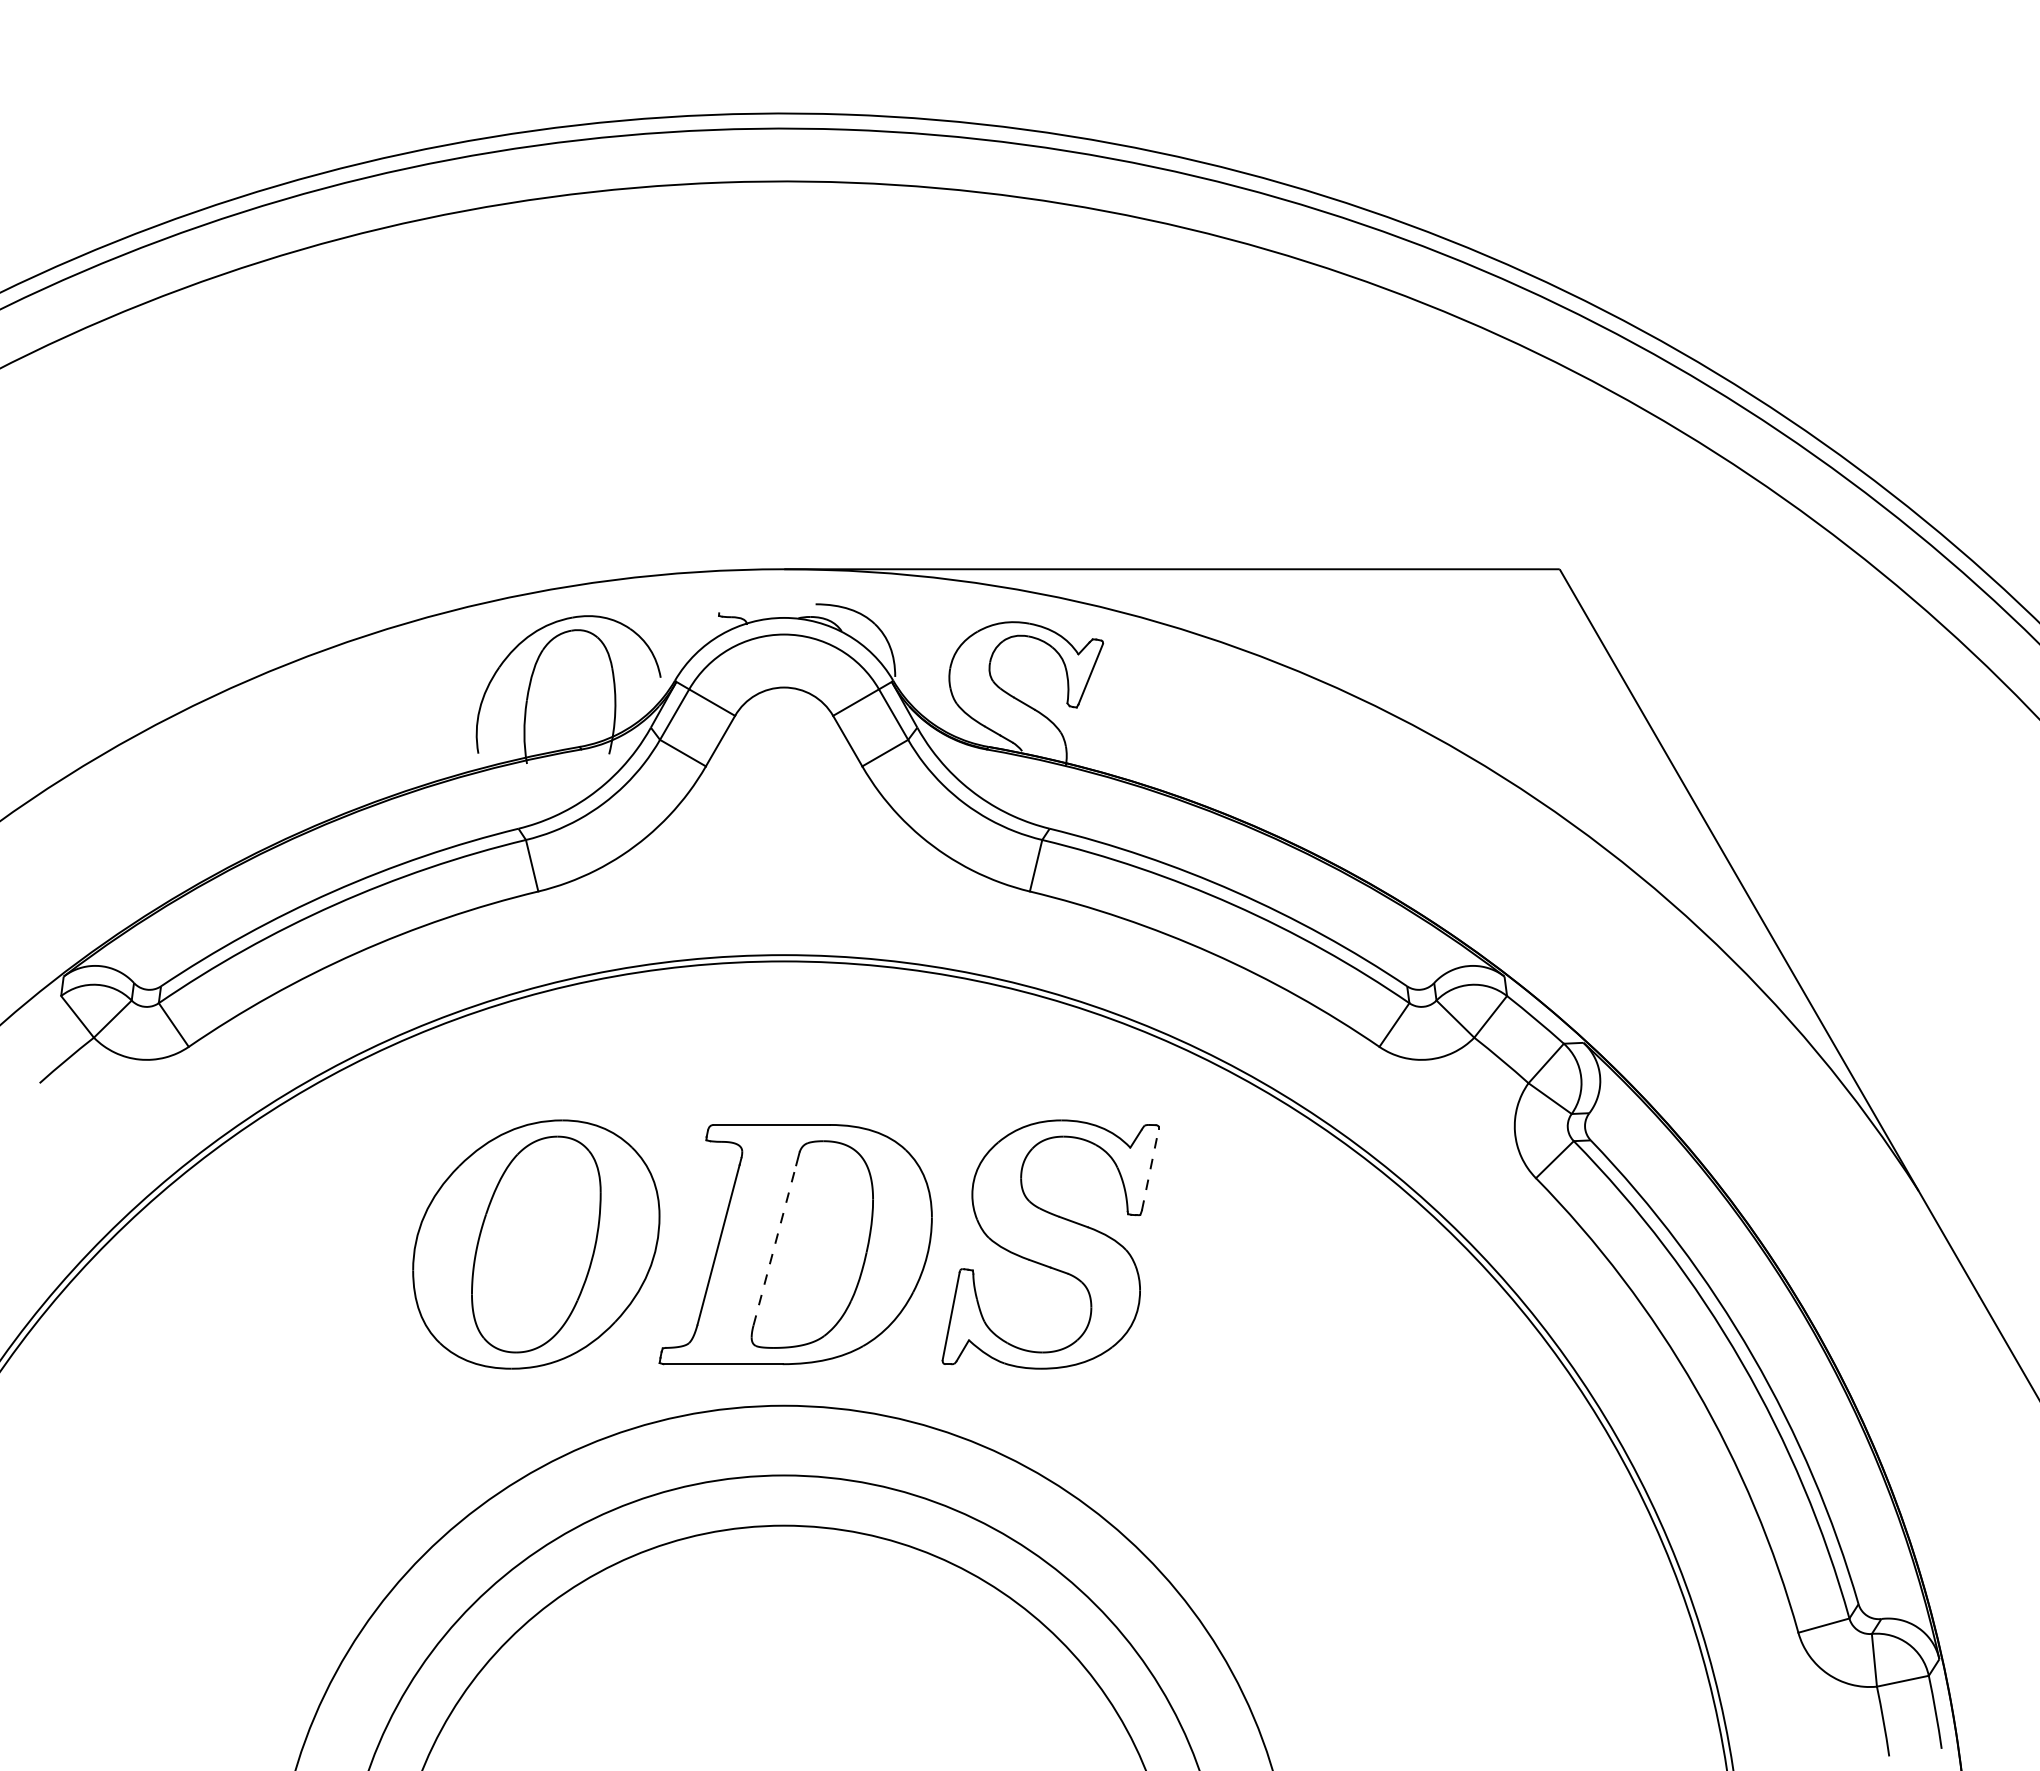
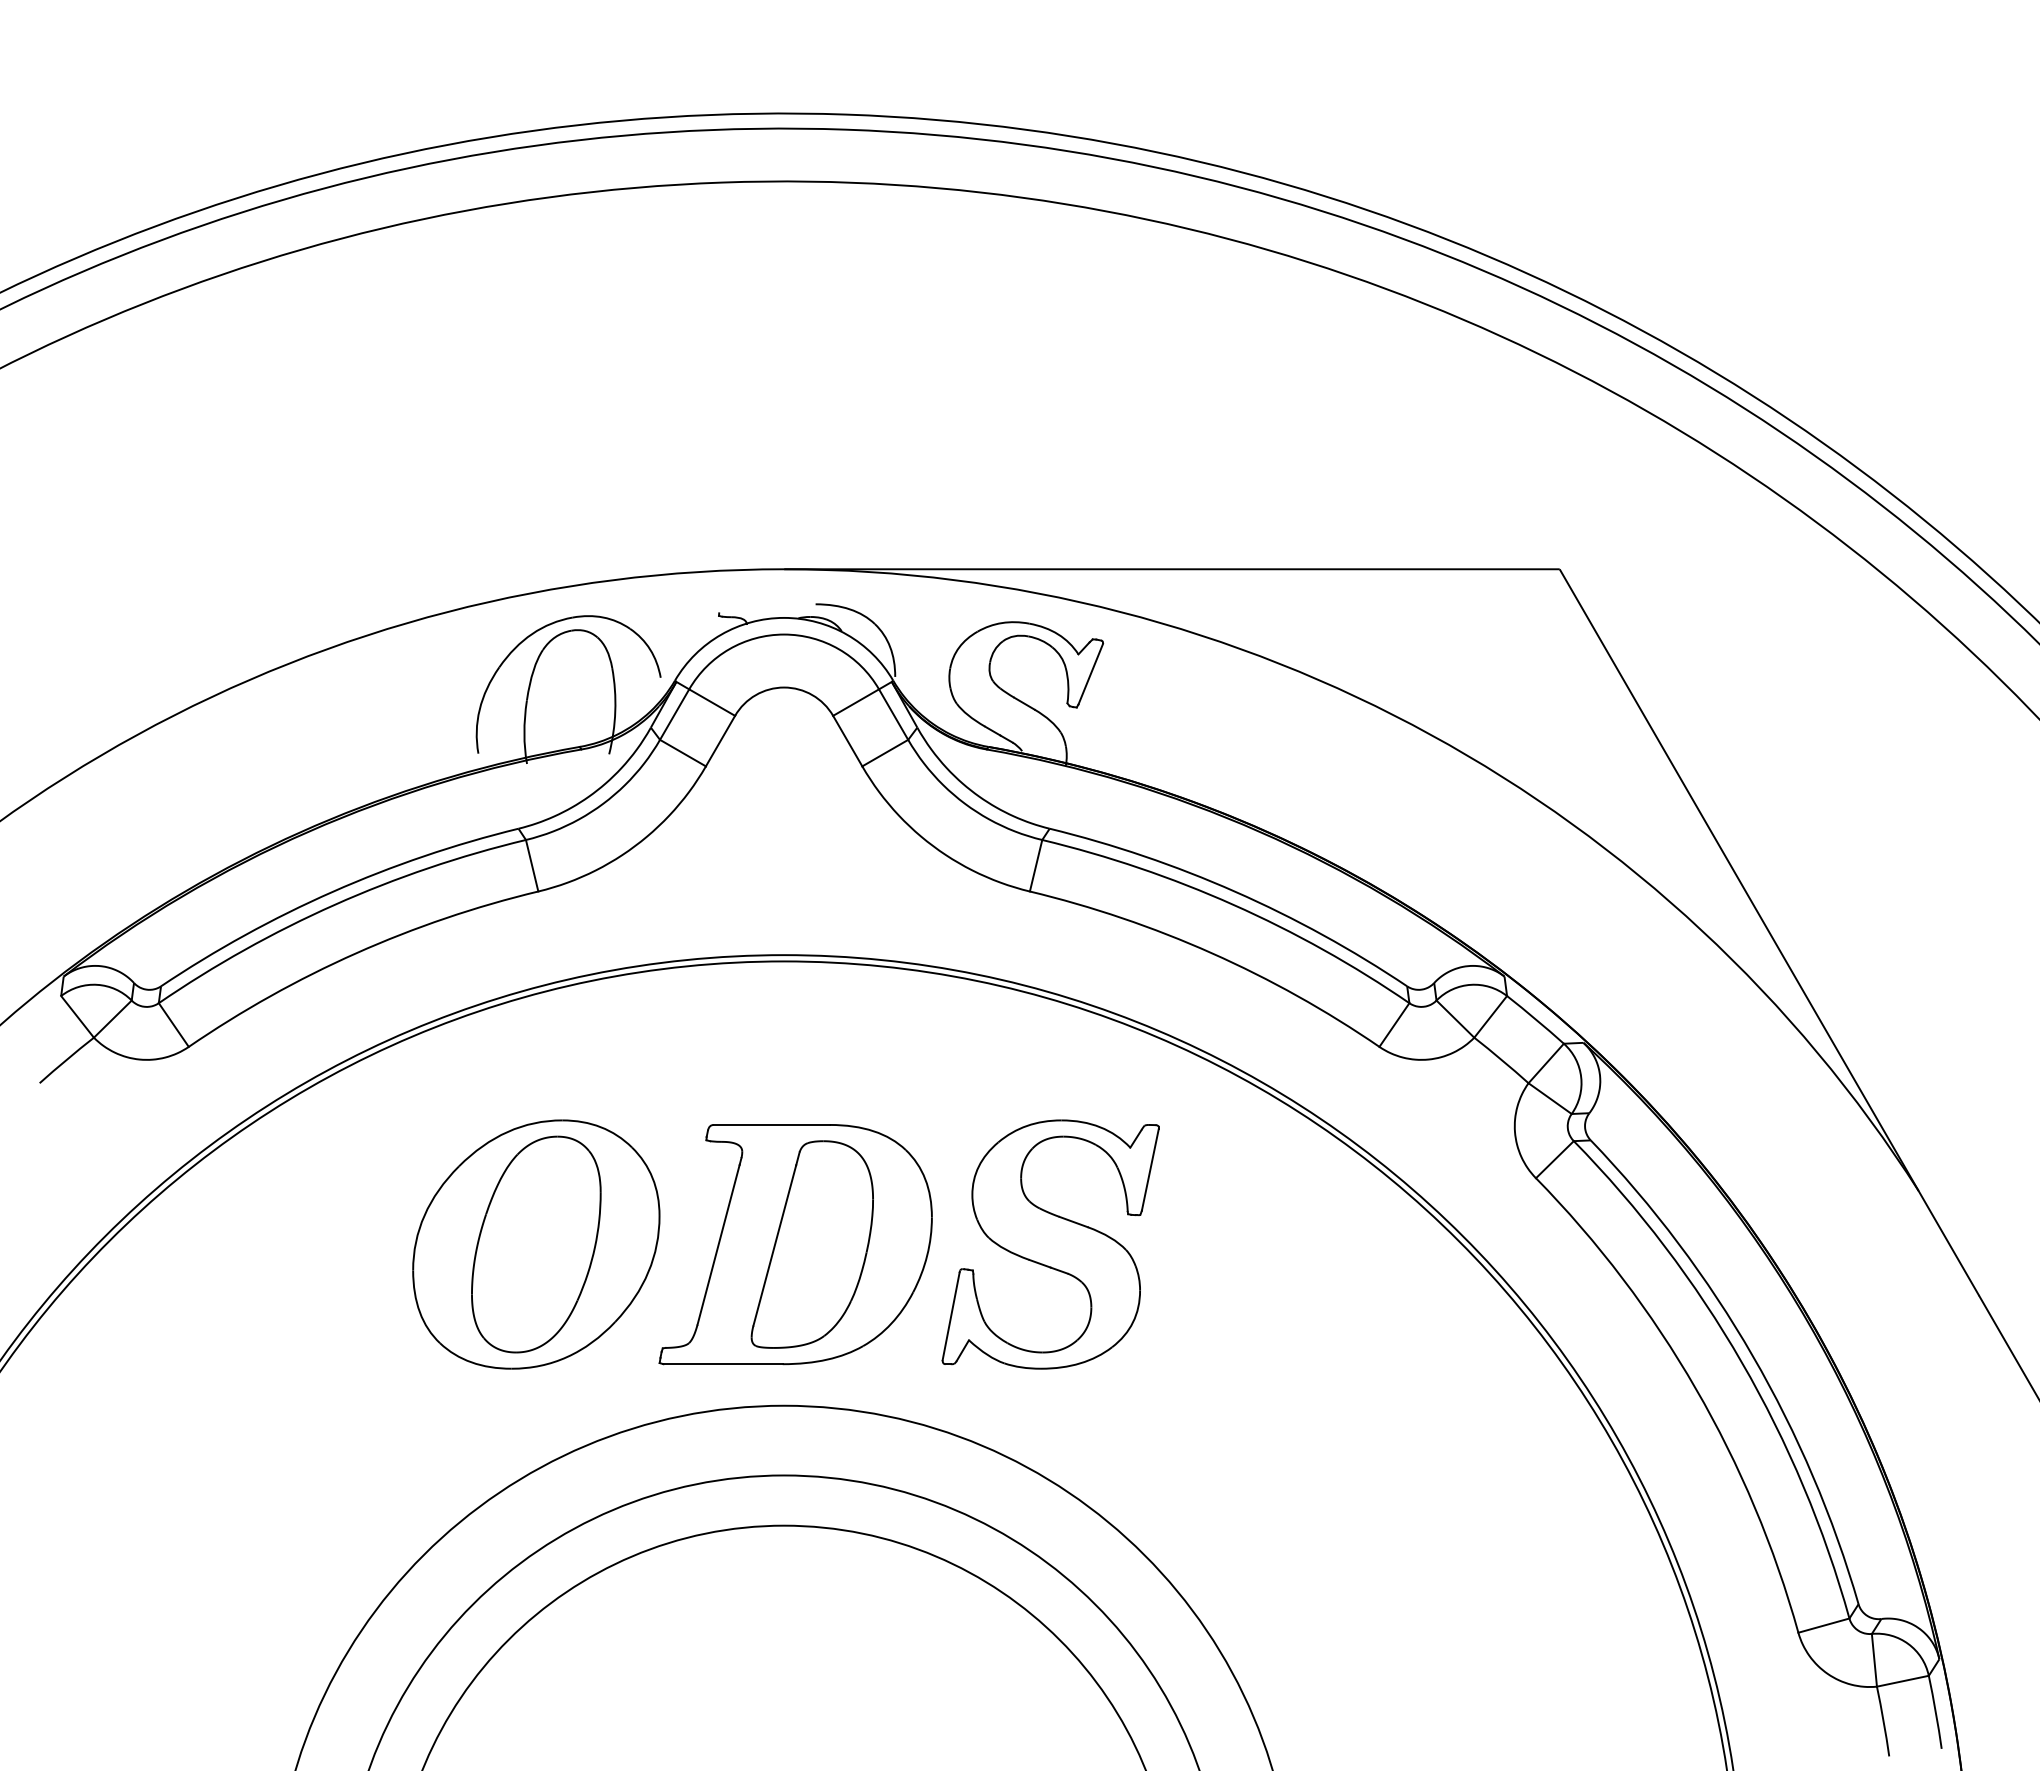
line at (1150, 1169): dashed -> solid
line at (774, 1245): dashed -> solid
